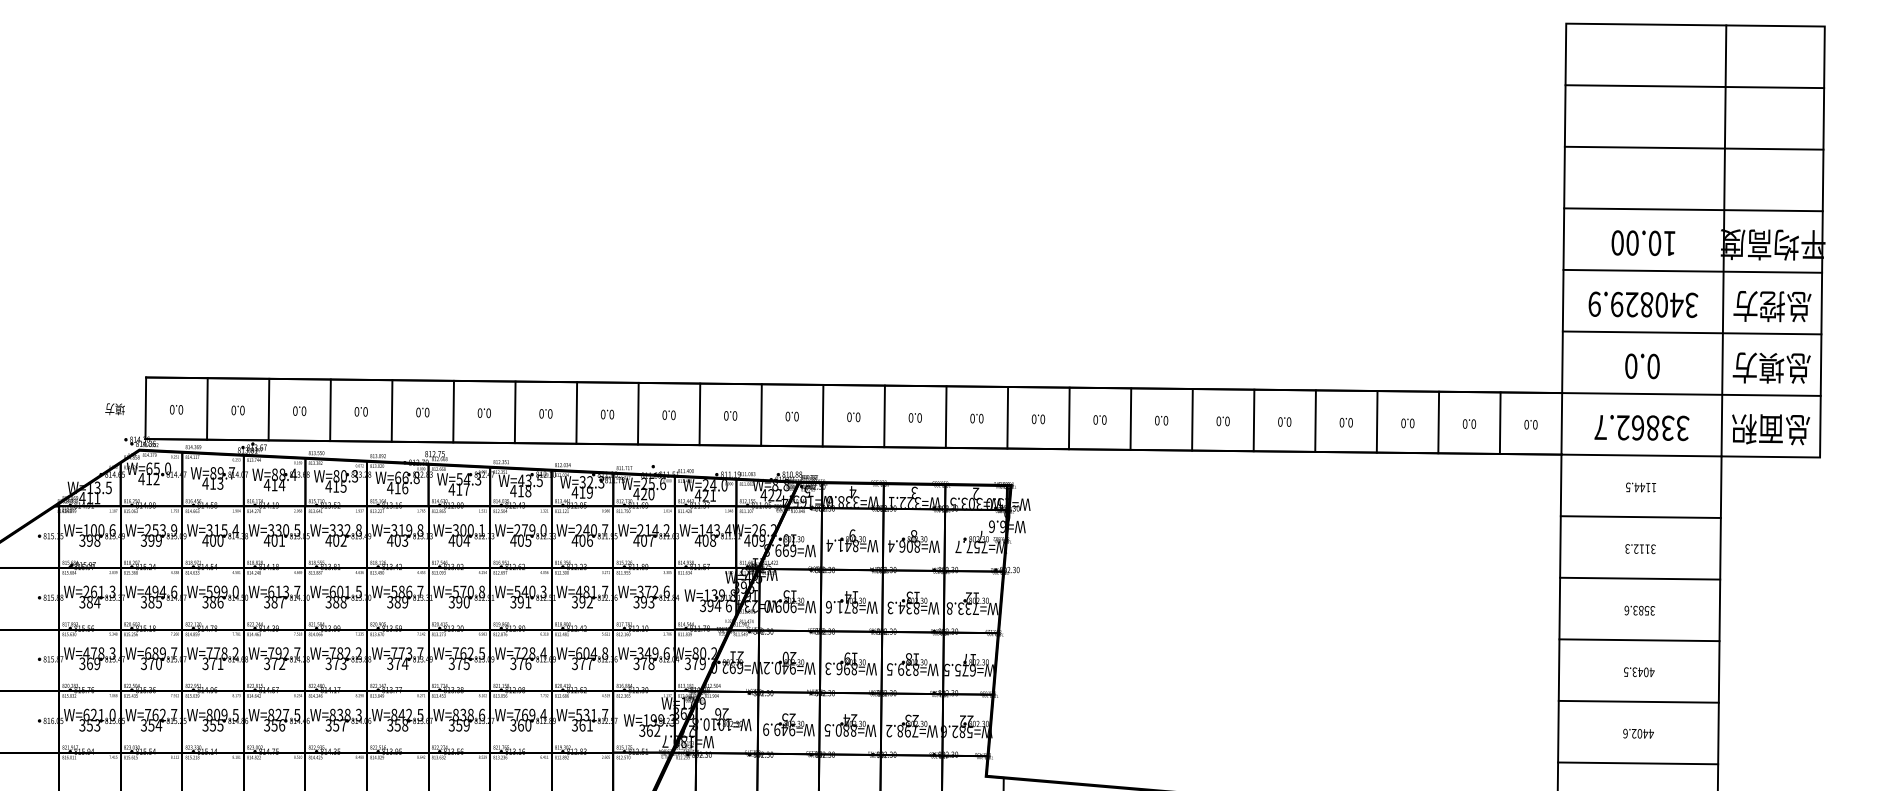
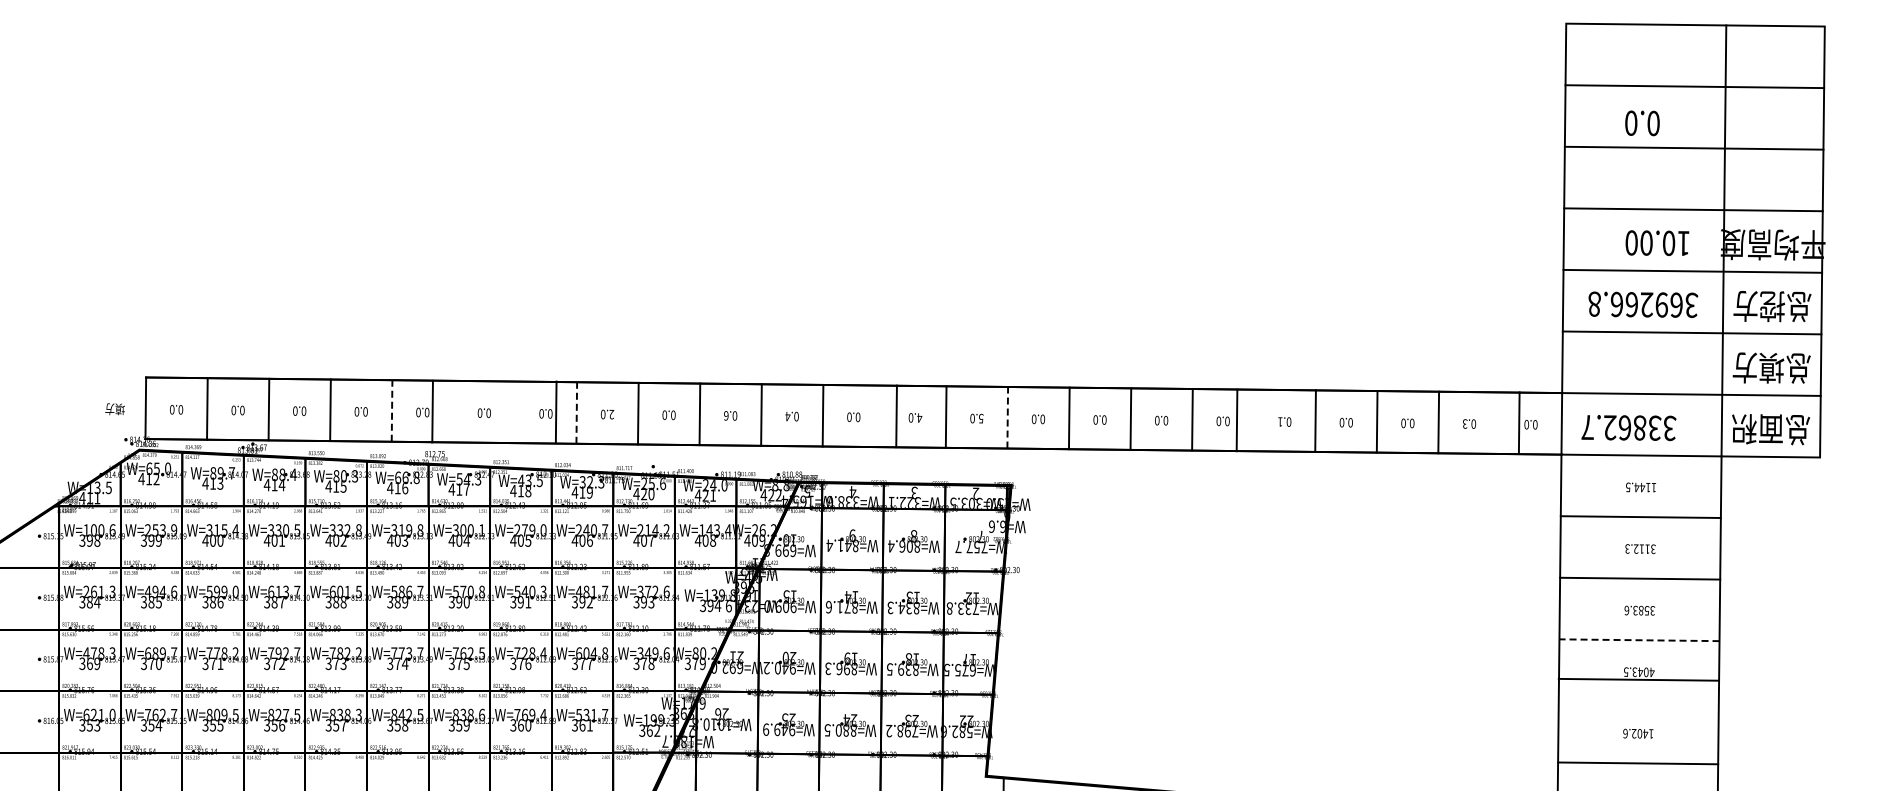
text at (1643, 242) position: (1643, 242) -> (1657, 242)
text at (1635, 304): 340829.9 -> 369266.8
text at (1642, 366) position: (1642, 366) -> (1642, 123)
line at (392, 410): solid -> dashed
line at (453, 411) position: (453, 411) -> (432, 411)
line at (514, 412) position: (514, 412) -> (555, 412)
line at (576, 413): solid -> dashed
text at (611, 414): 0.0 -> 2.0
text at (726, 415): 0.0 -> 0.6
text at (787, 416): 0.0 -> 0.4
line at (884, 416) position: (884, 416) -> (896, 416)
text at (919, 417): 0.0 -> 4.0
line at (1007, 417): solid -> dashed
text at (981, 418): 0.0 -> 5.0
line at (1253, 420) position: (1253, 420) -> (1236, 420)
text at (1280, 421): 0.0 -> 0.1
line at (1499, 422) position: (1499, 422) -> (1518, 422)
text at (1464, 423): 0.0 -> 0.3
text at (1641, 428) position: (1641, 428) -> (1628, 428)
line at (1638, 640): solid -> dashed
line at (1638, 701) position: (1638, 701) -> (1638, 679)
text at (1651, 733): 4402.6 -> 1402.6
